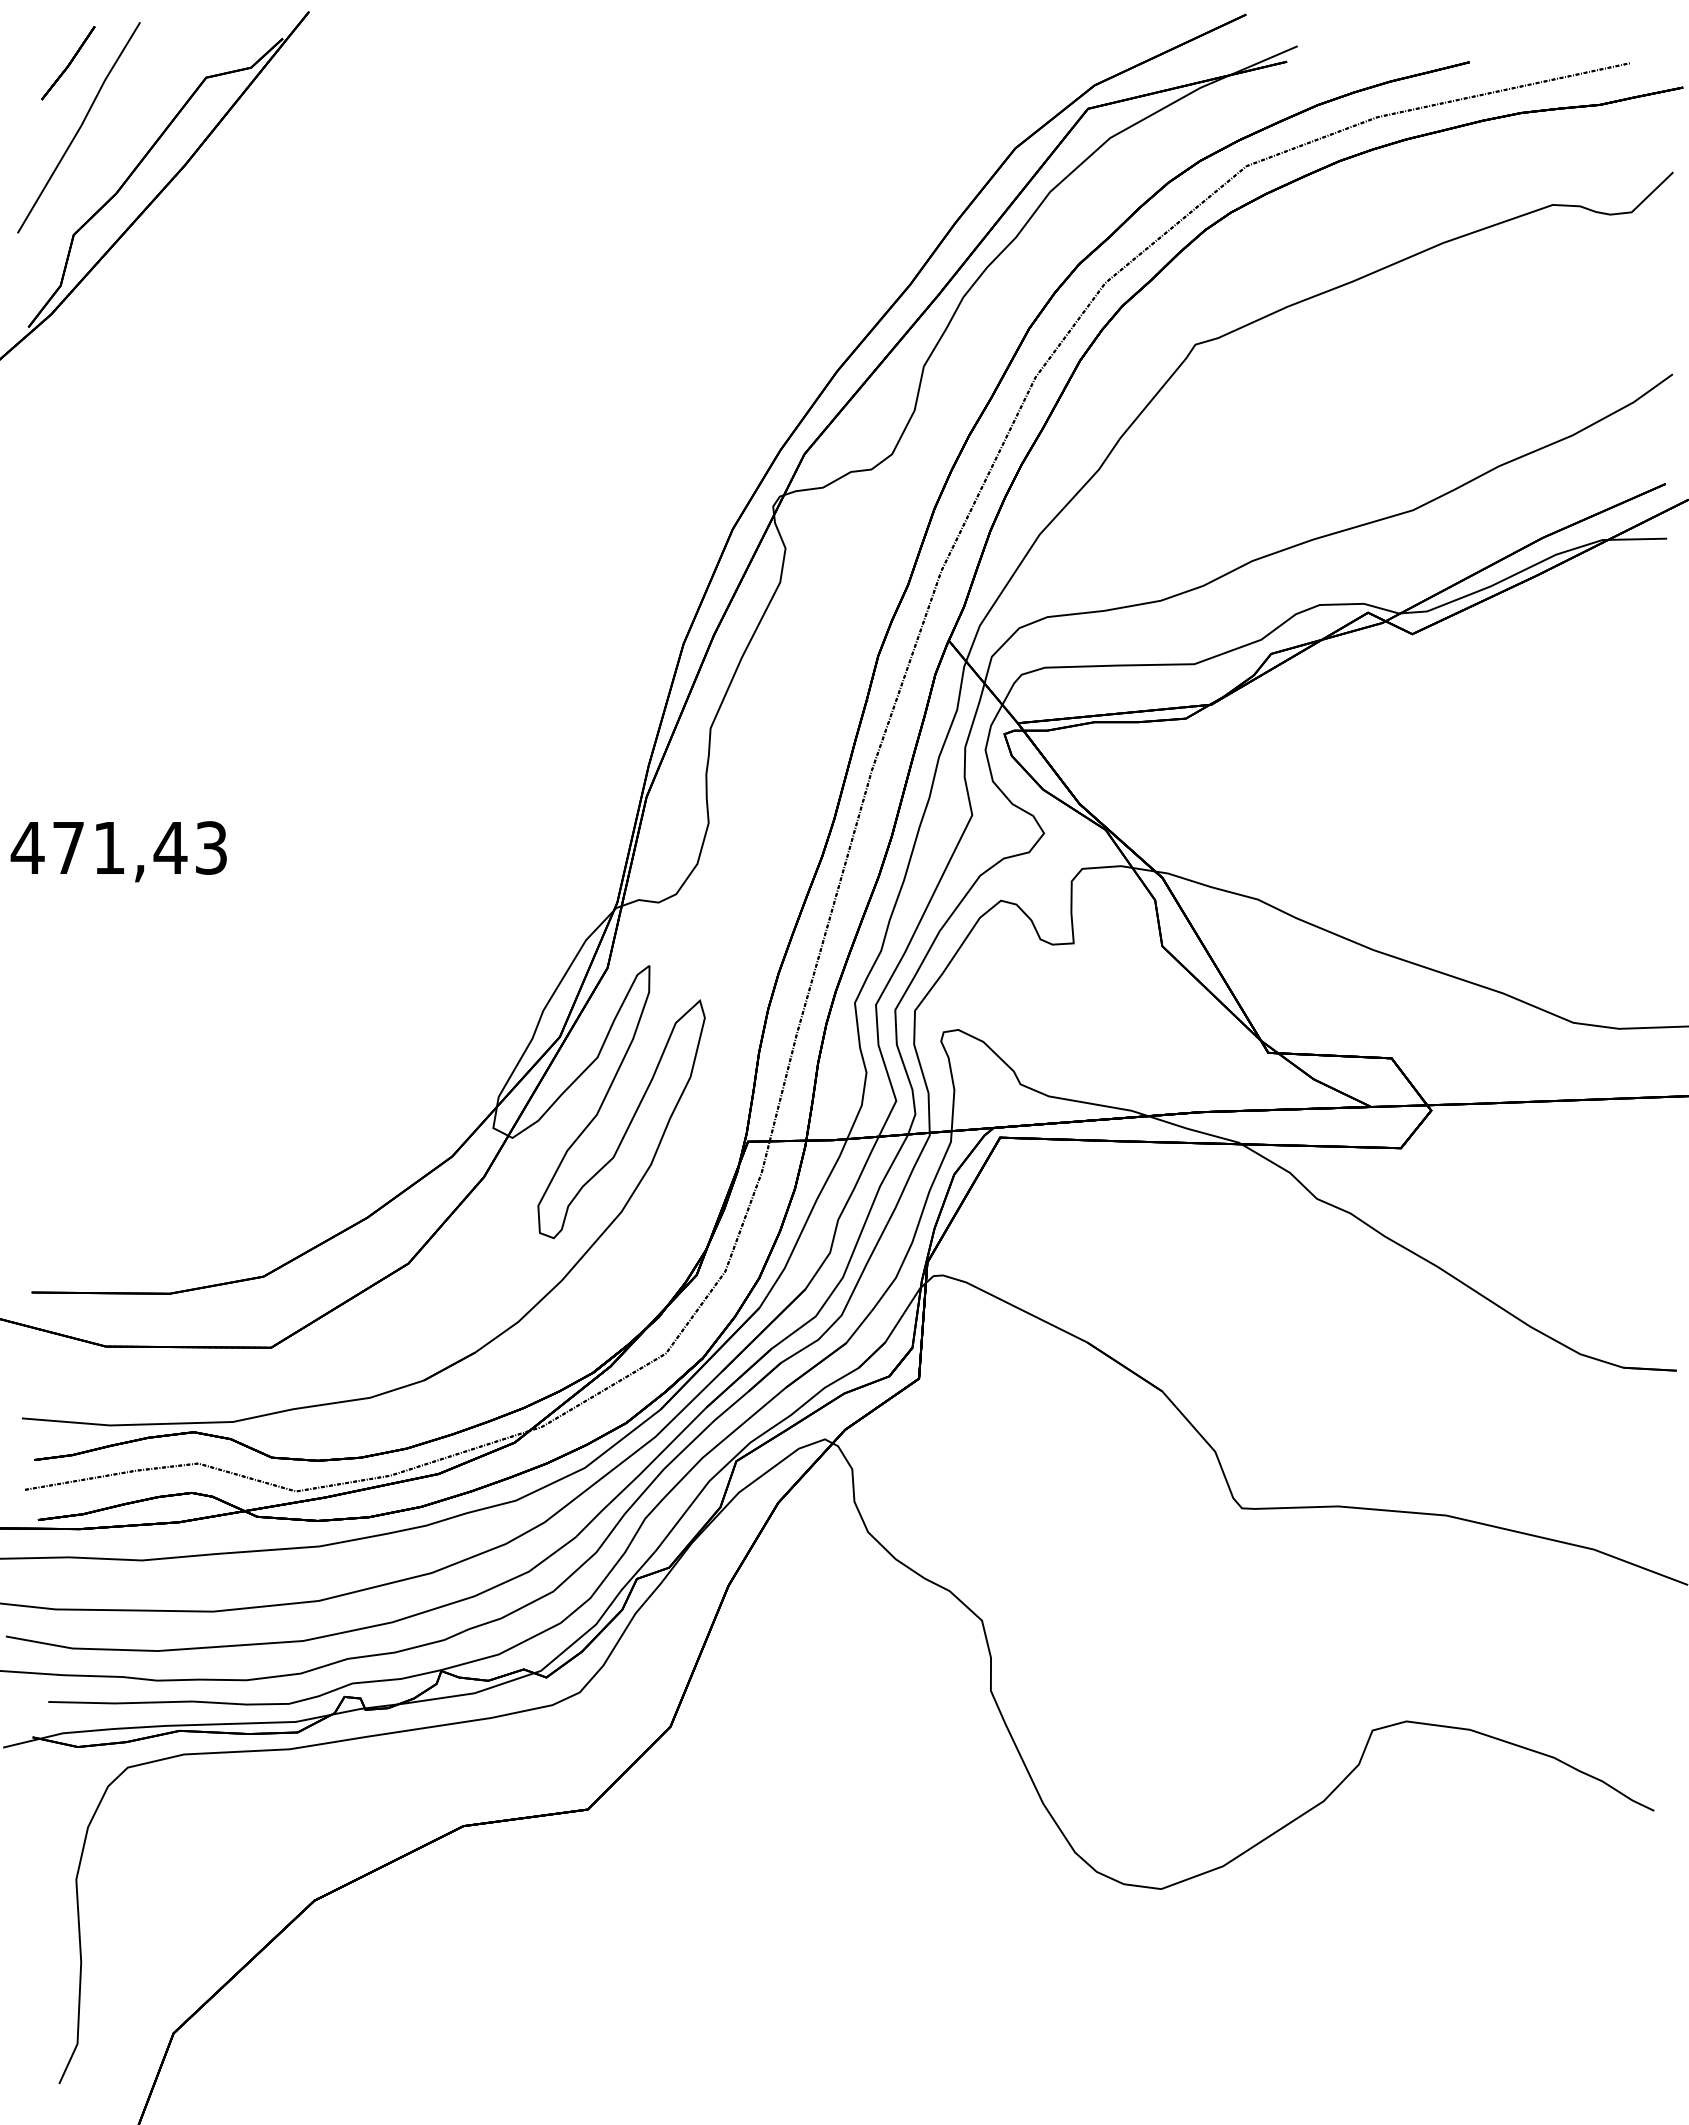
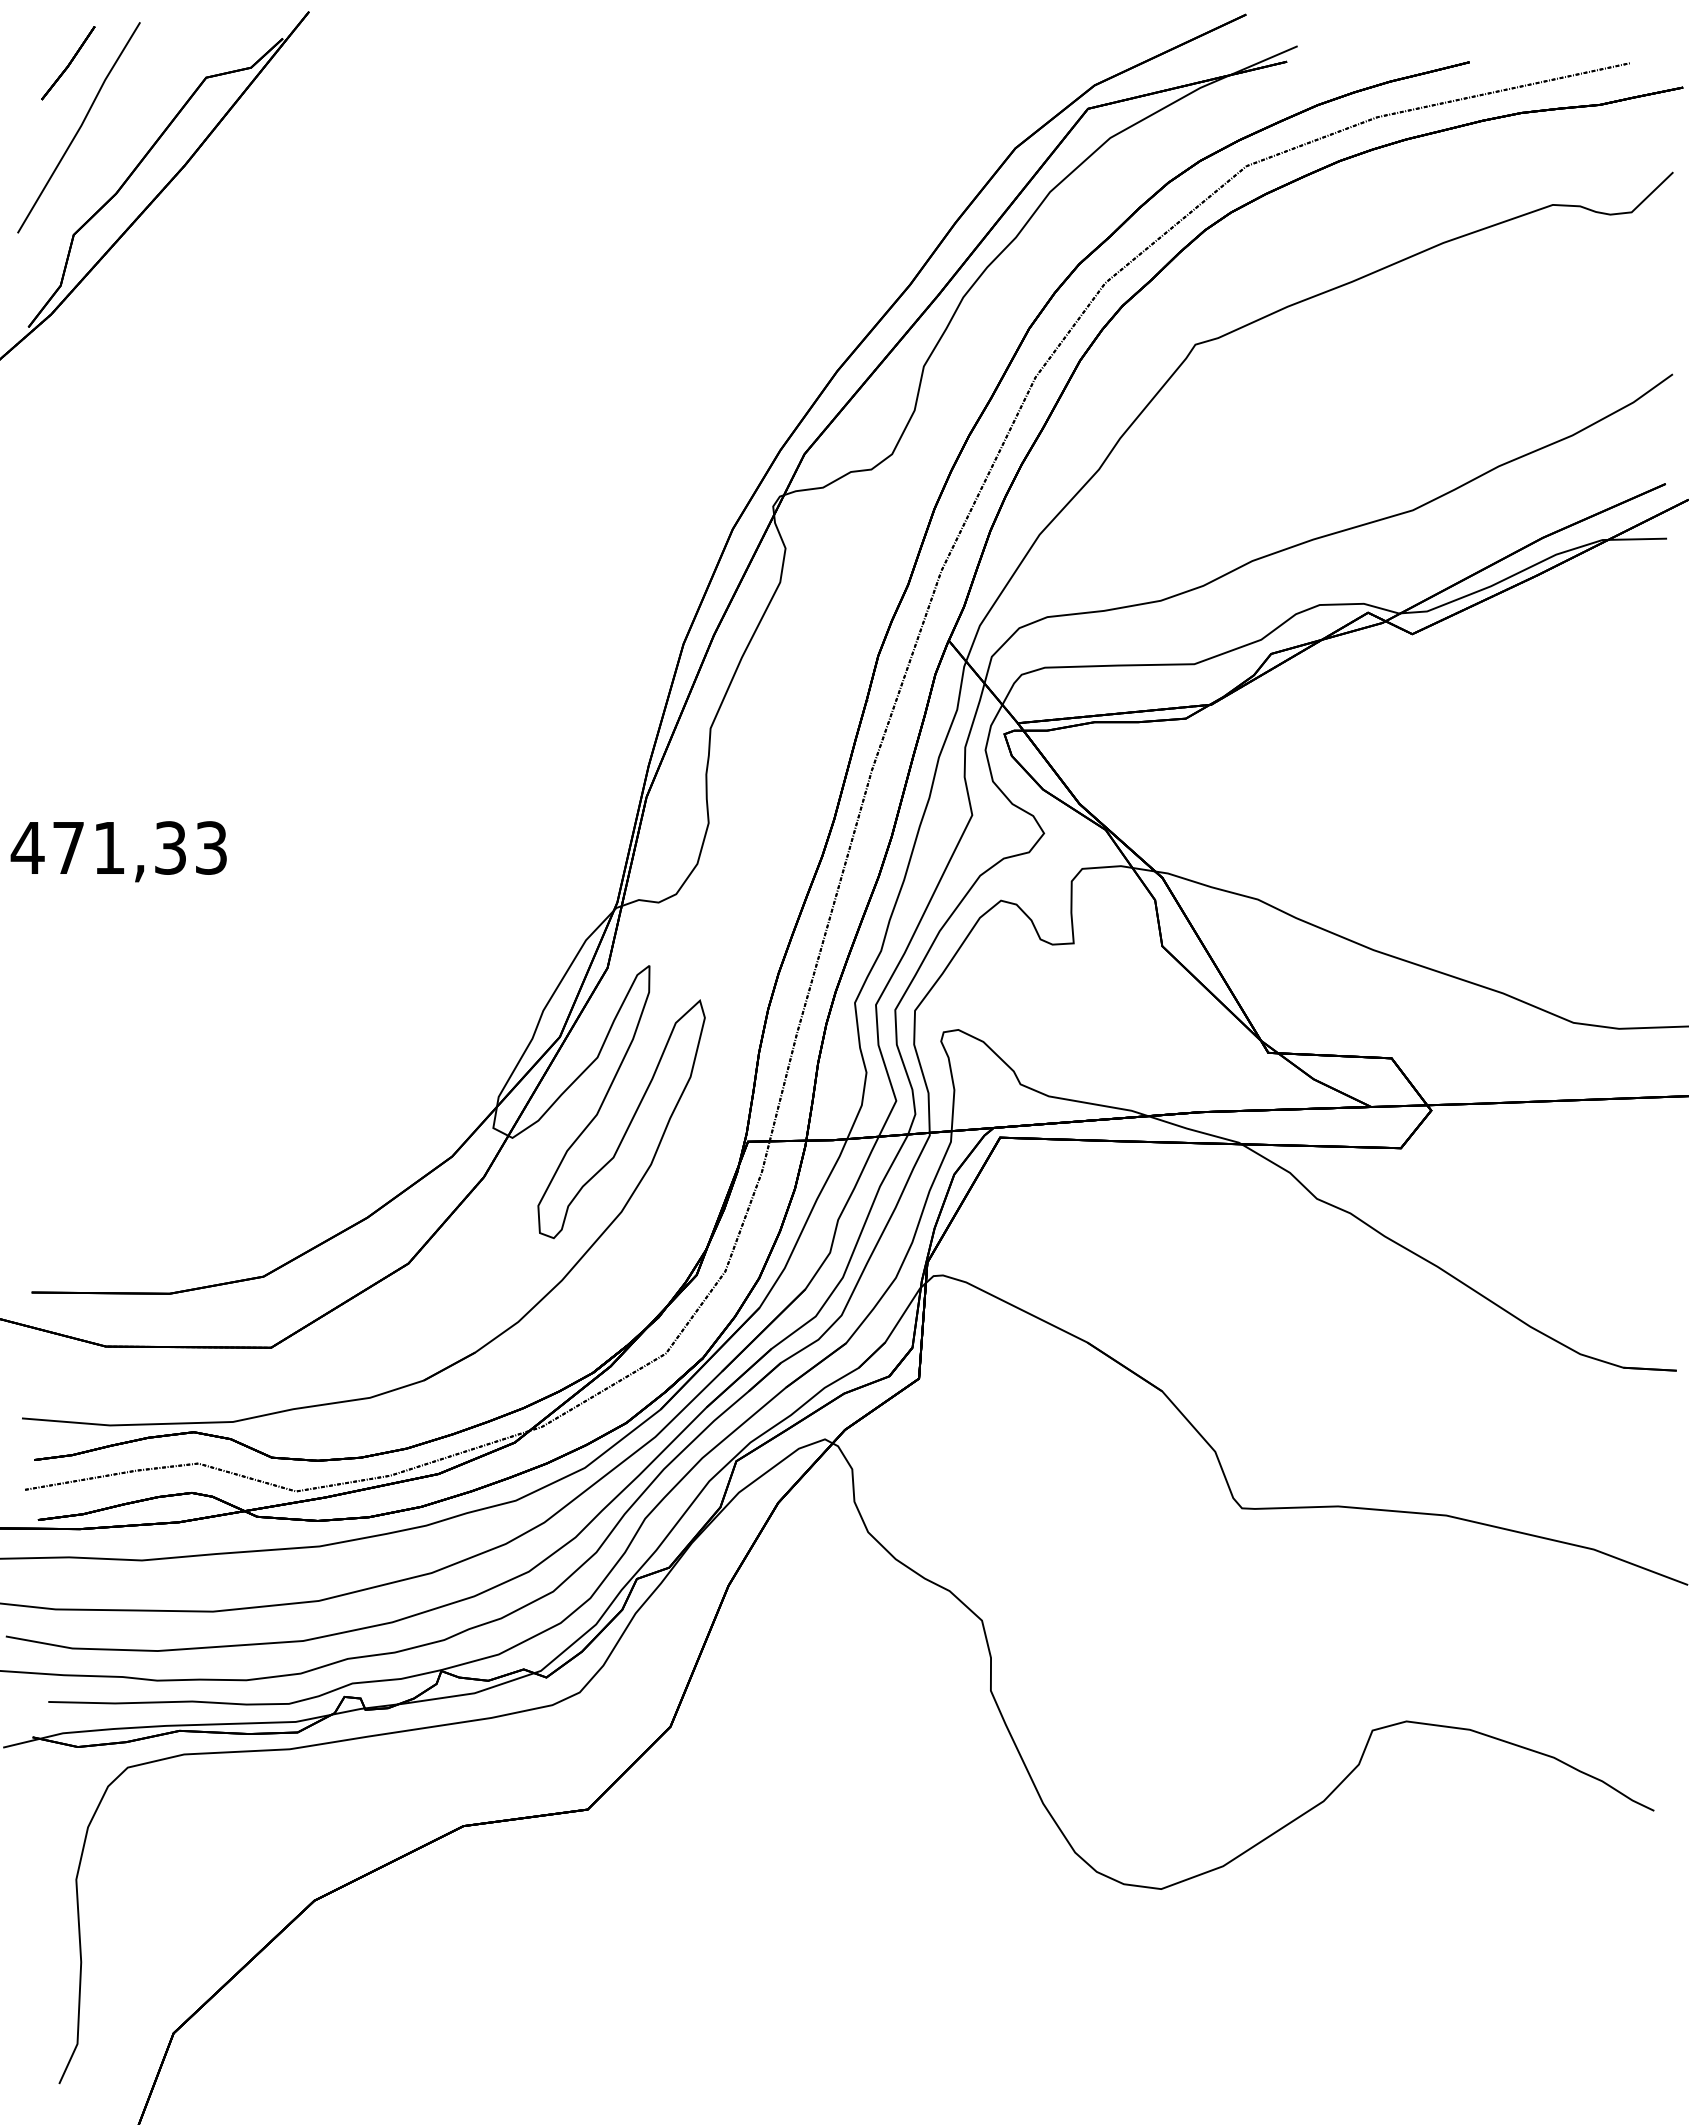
text at (170, 847): 471,43 -> 471,33
